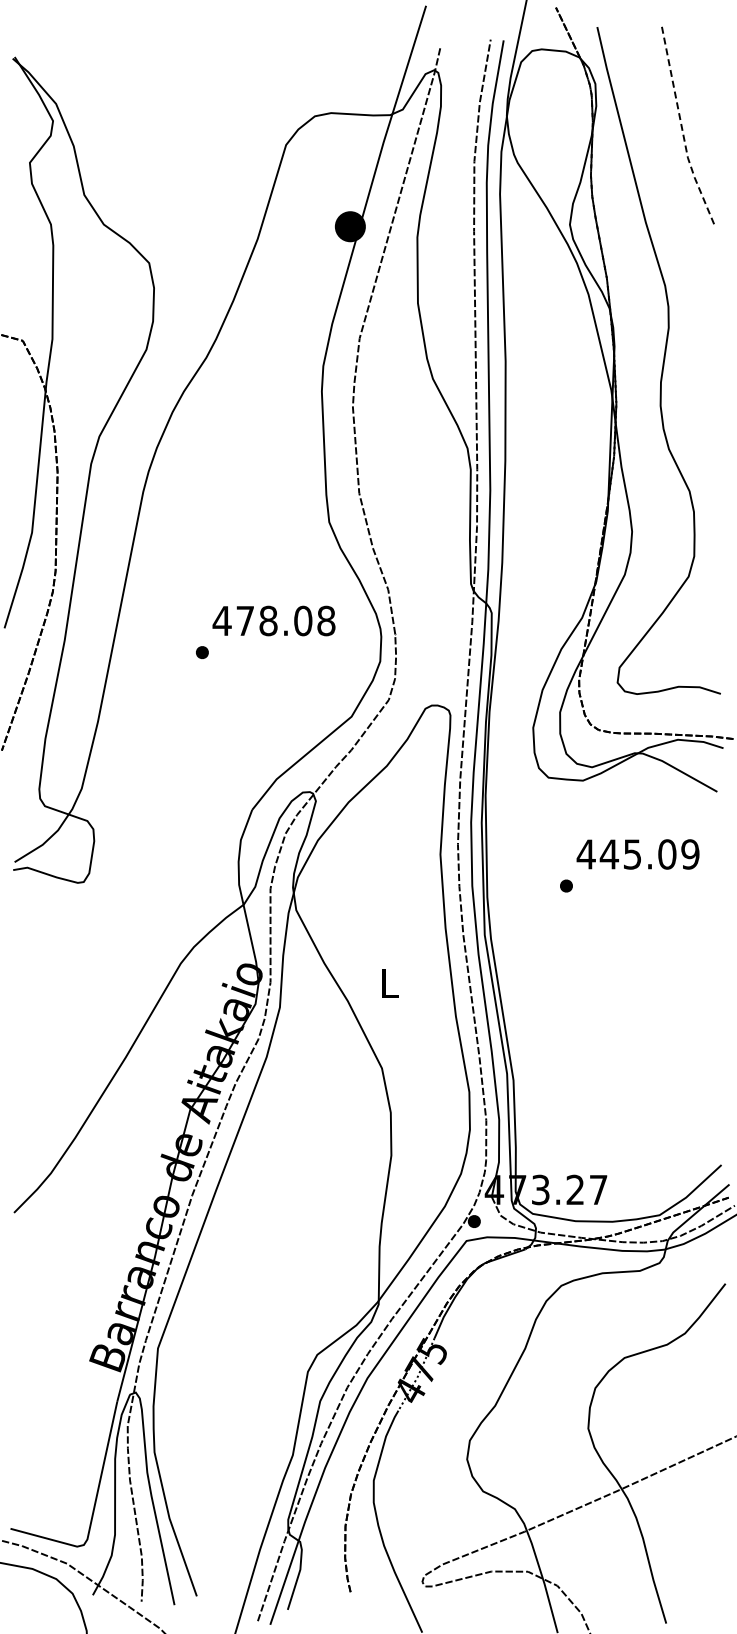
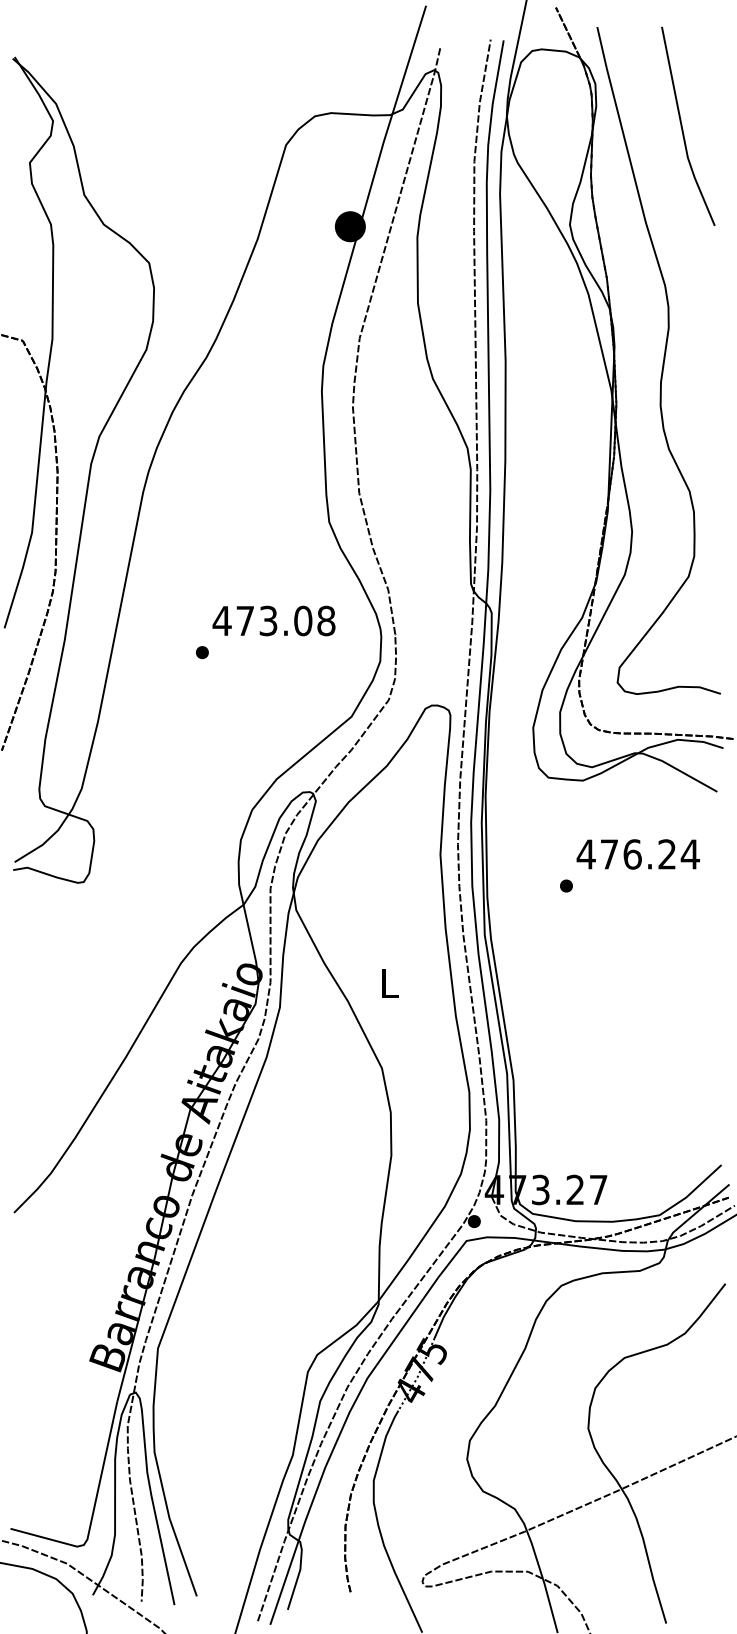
line at (682, 130): dashed -> solid
text at (268, 620): 478.08 -> 473.08
text at (649, 854): 445.09 -> 476.24
